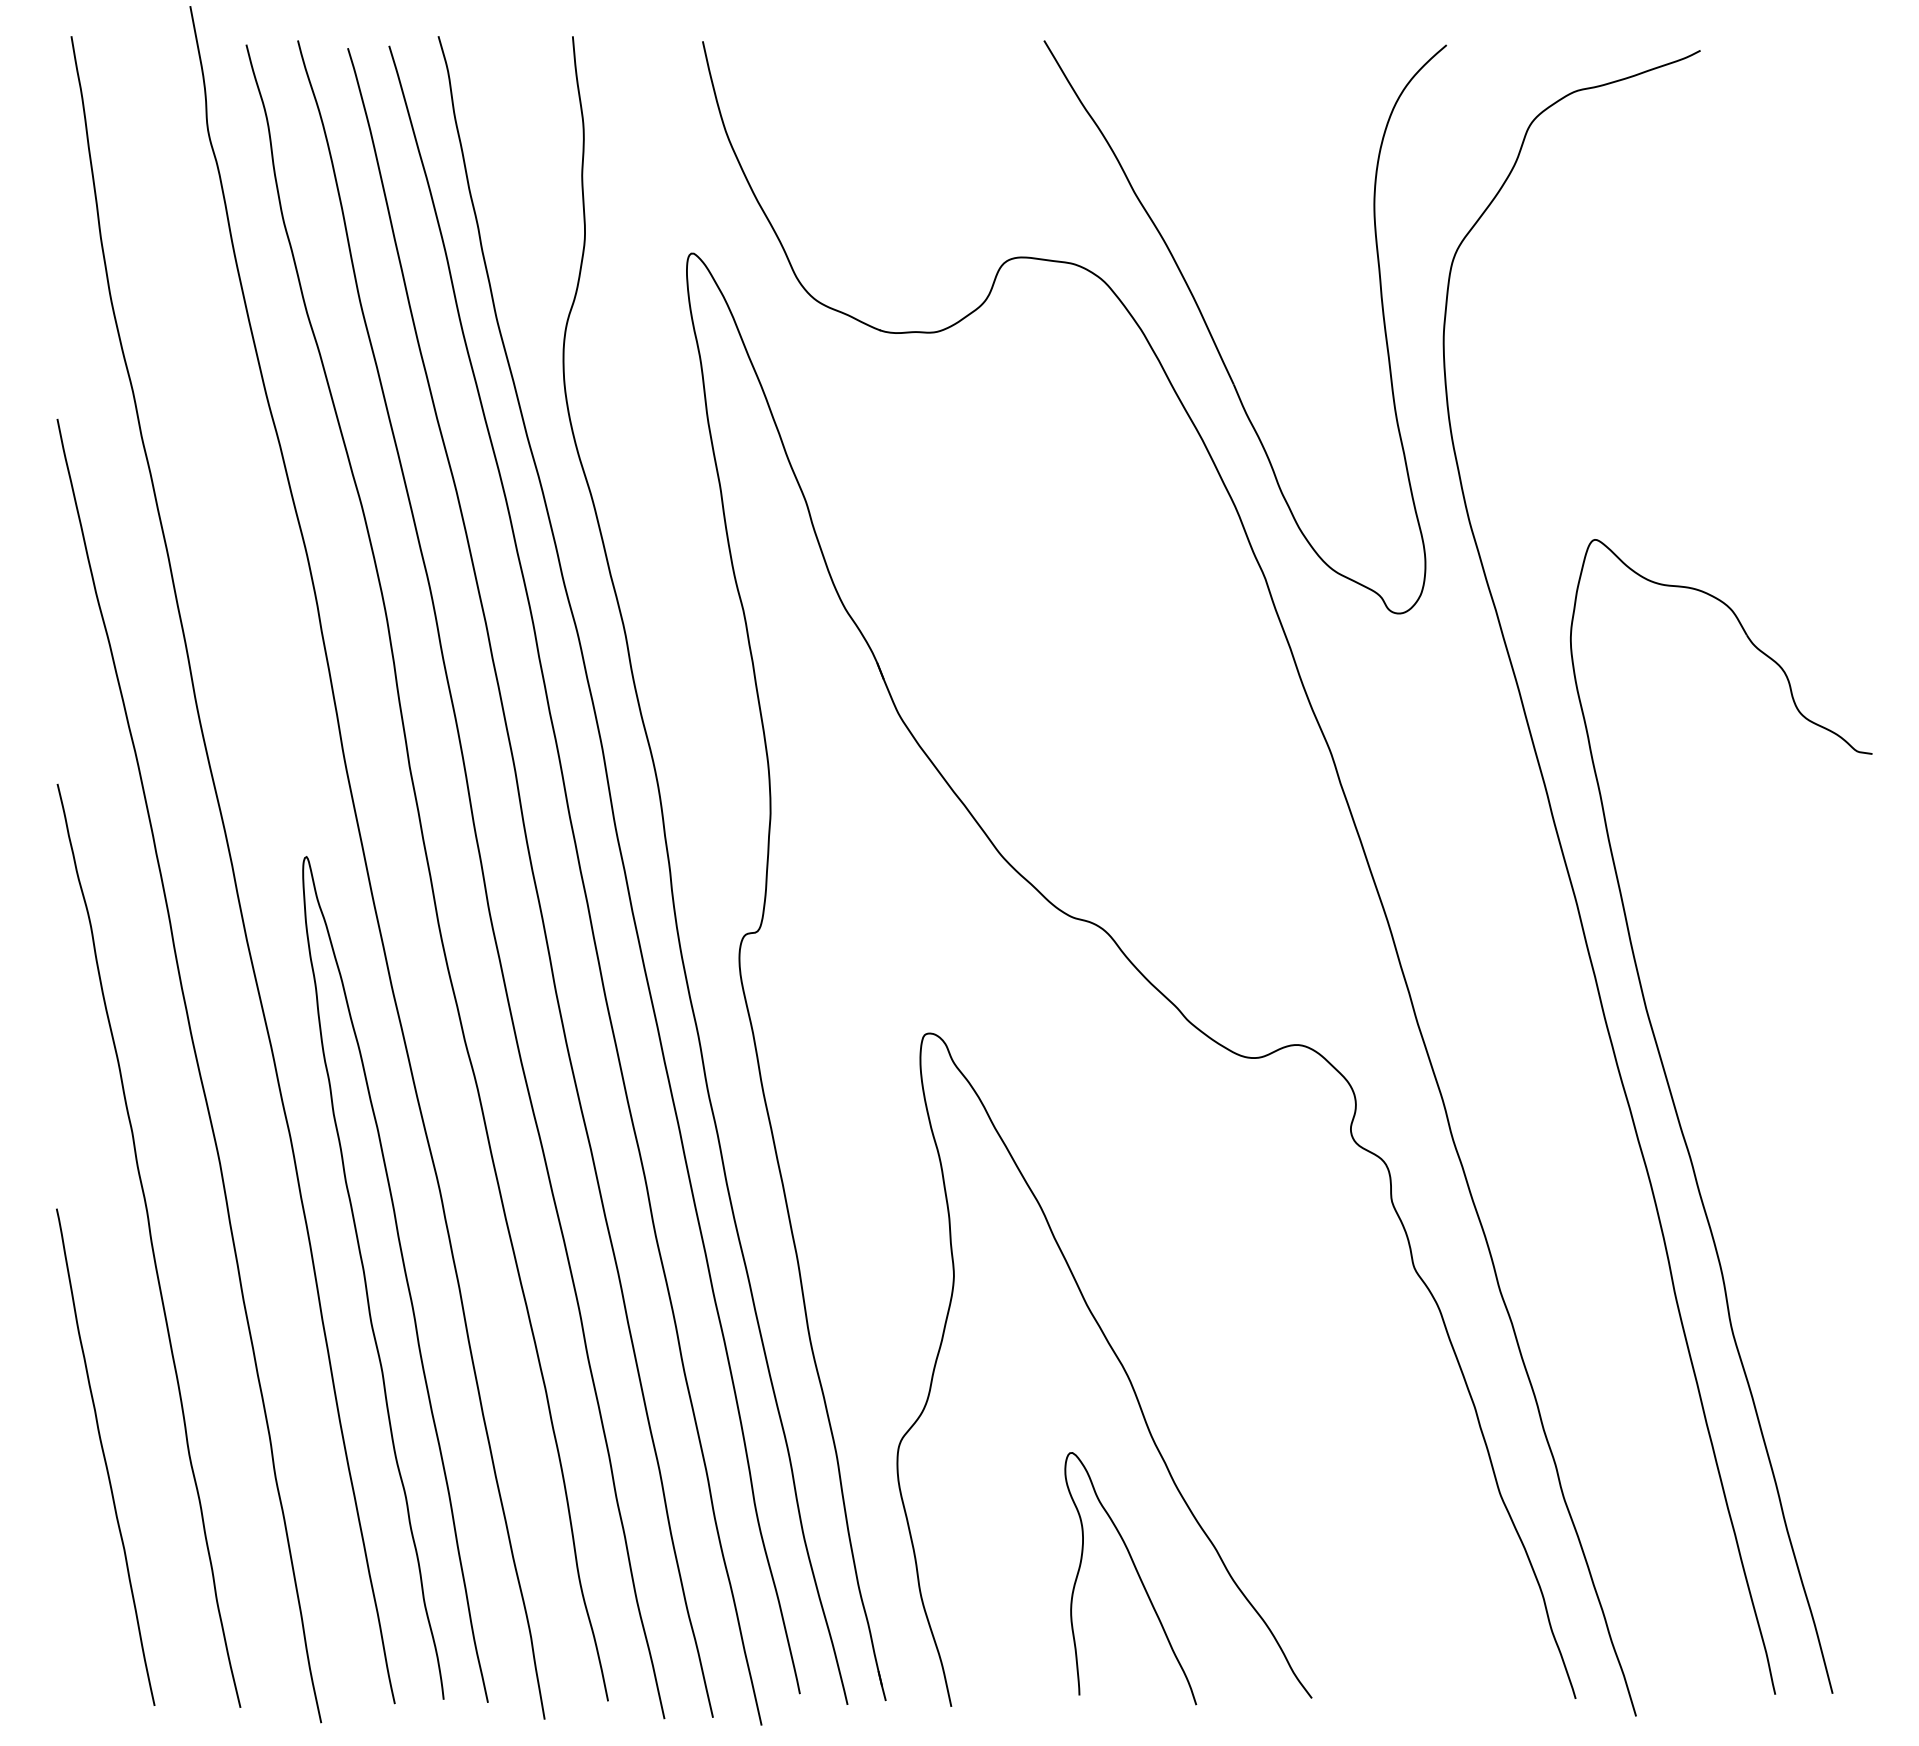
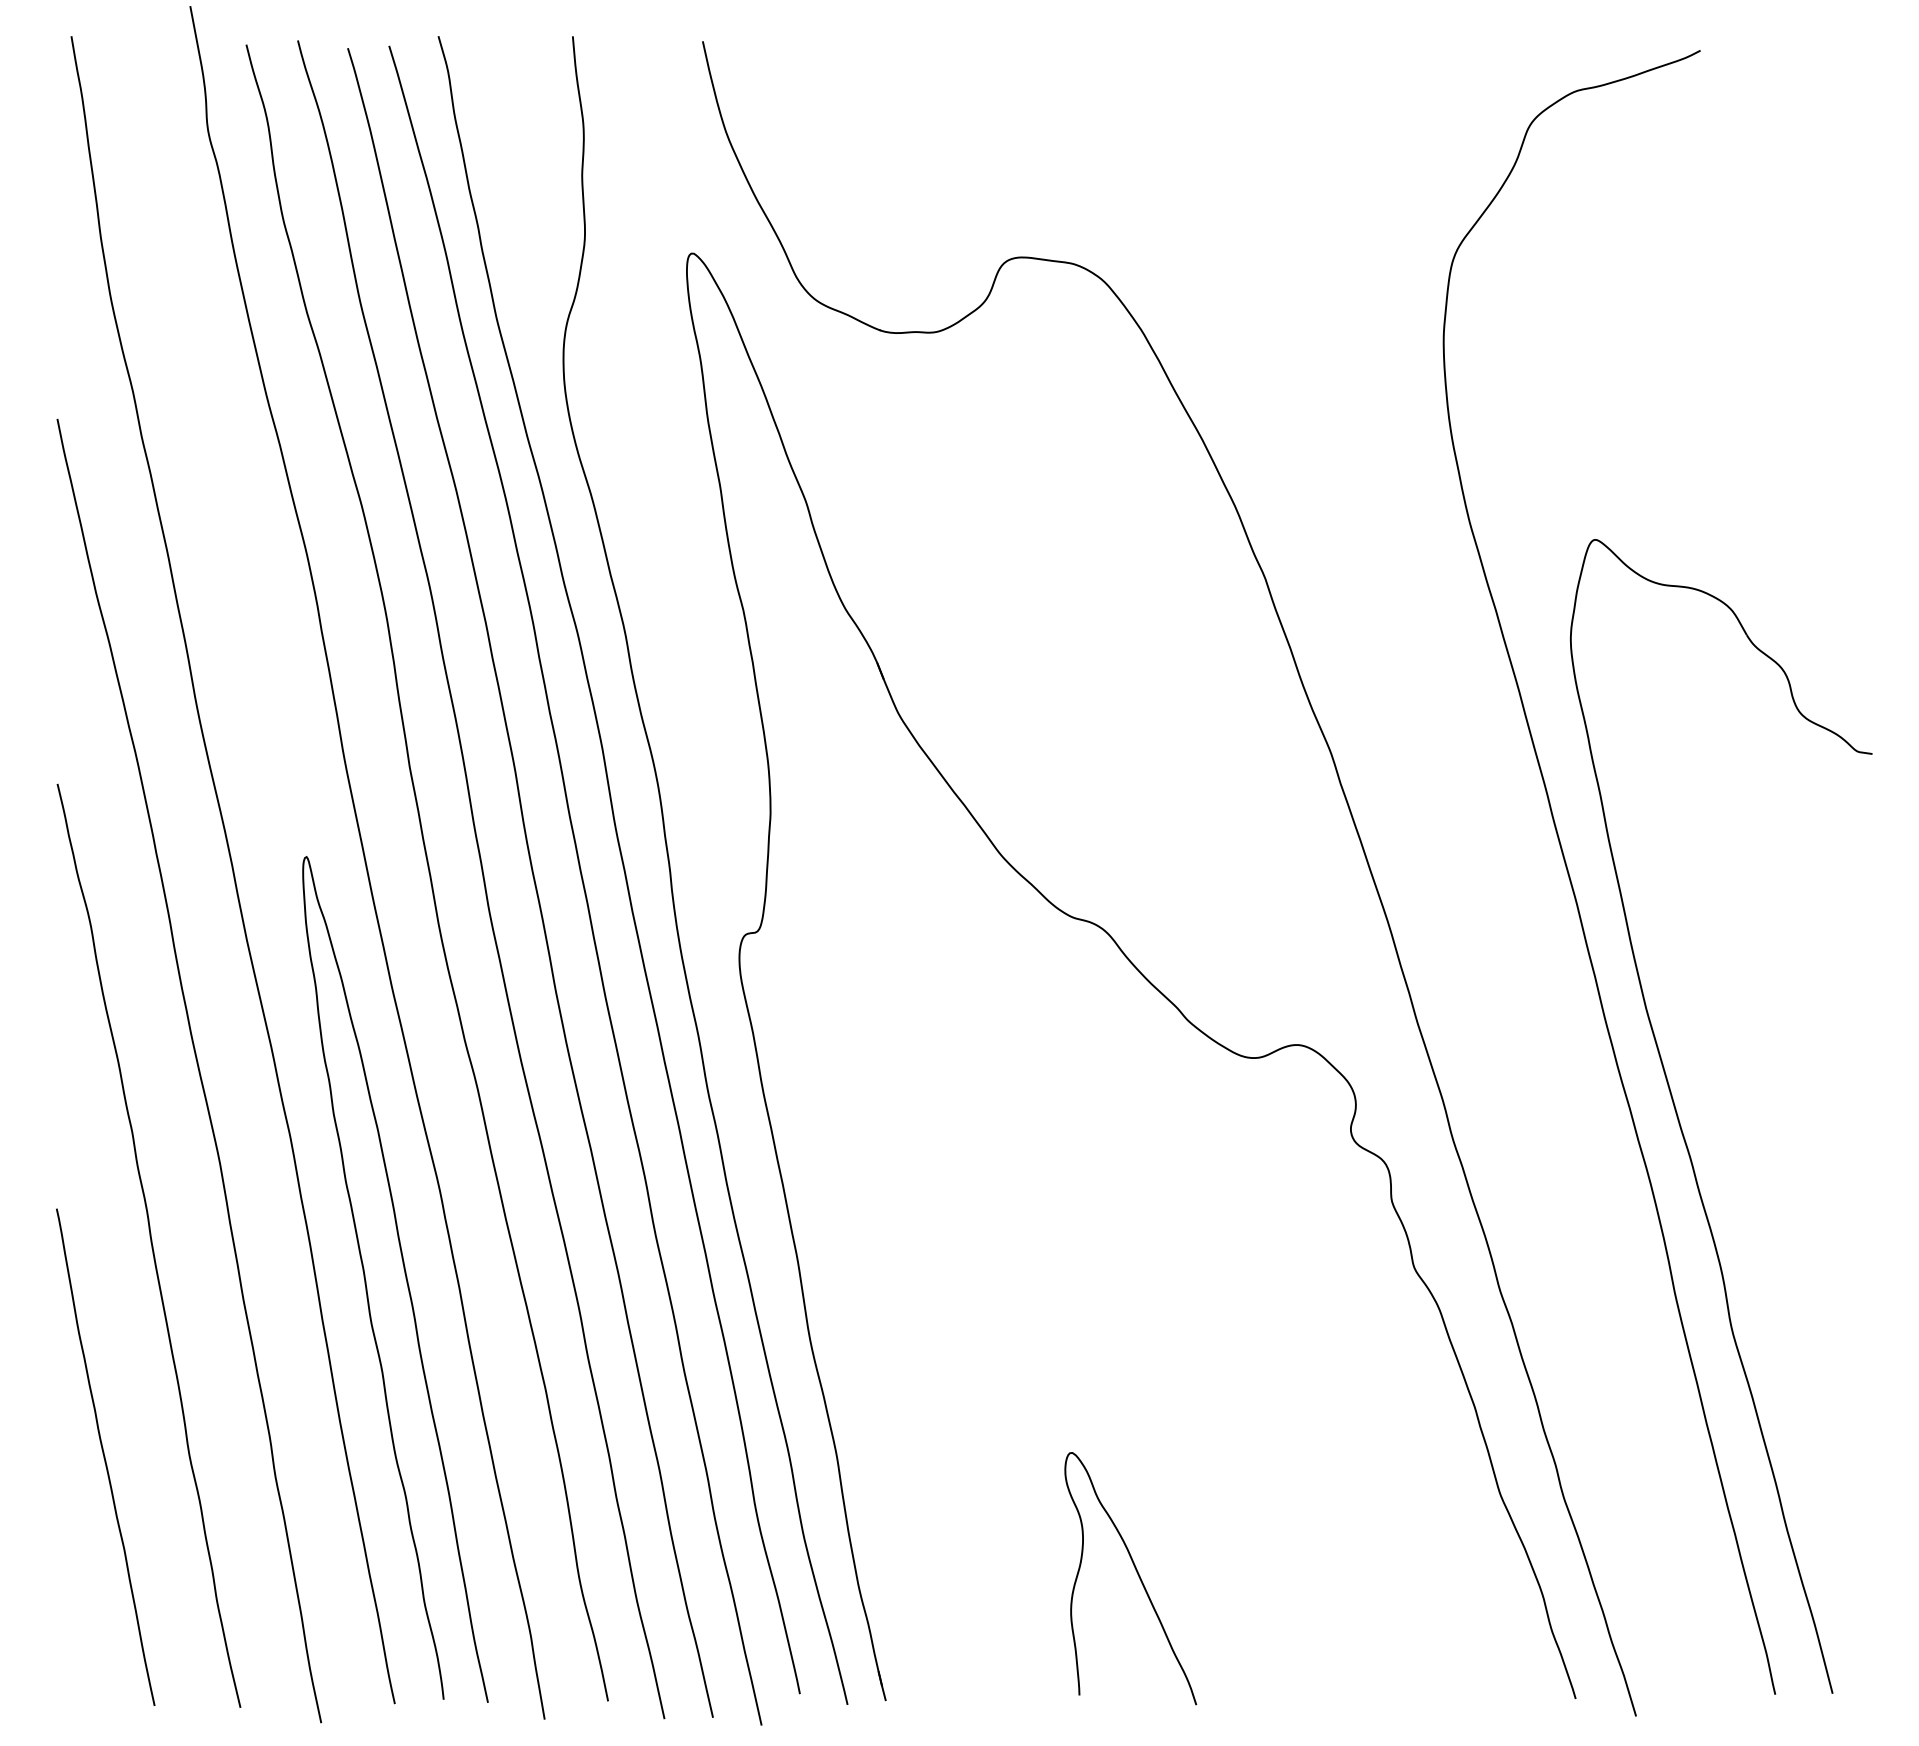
part at (1213, 337): present -> none
curve at (1118, 1361): present -> none
